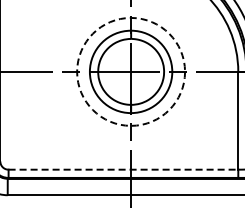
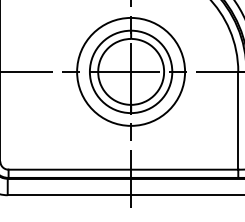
circle at (131, 71): dashed -> solid
line at (123, 169): dashed -> solid
